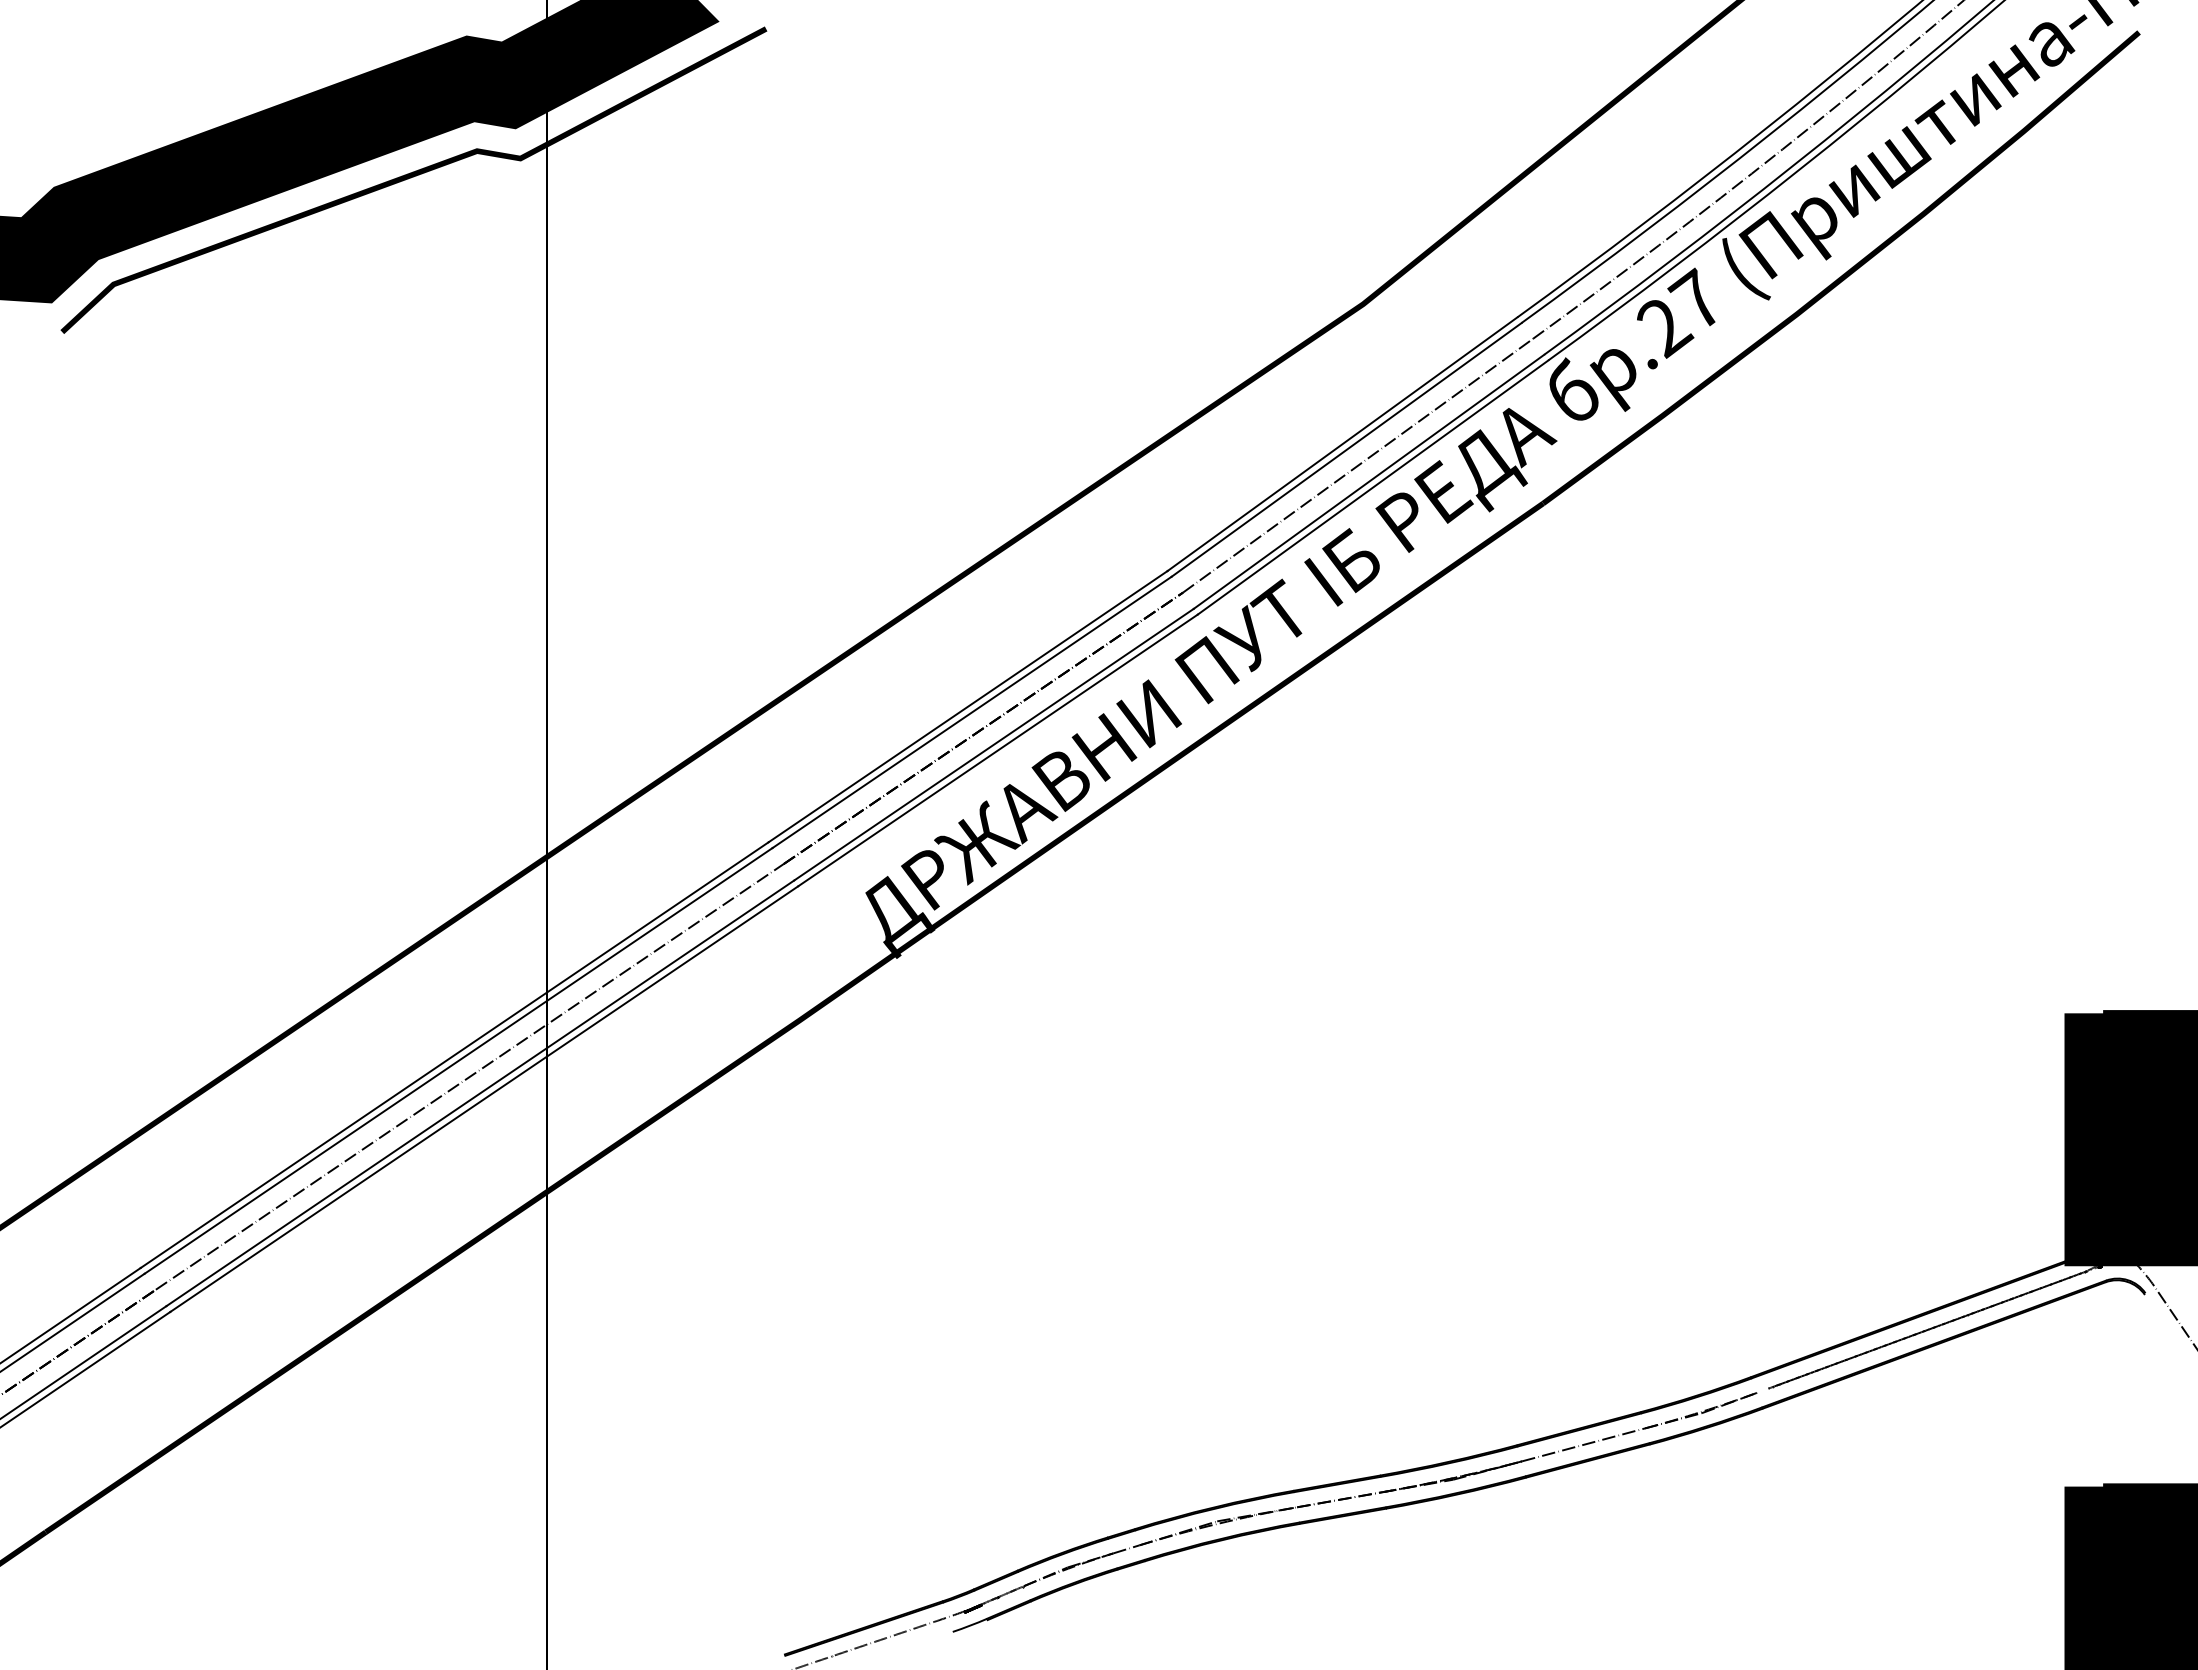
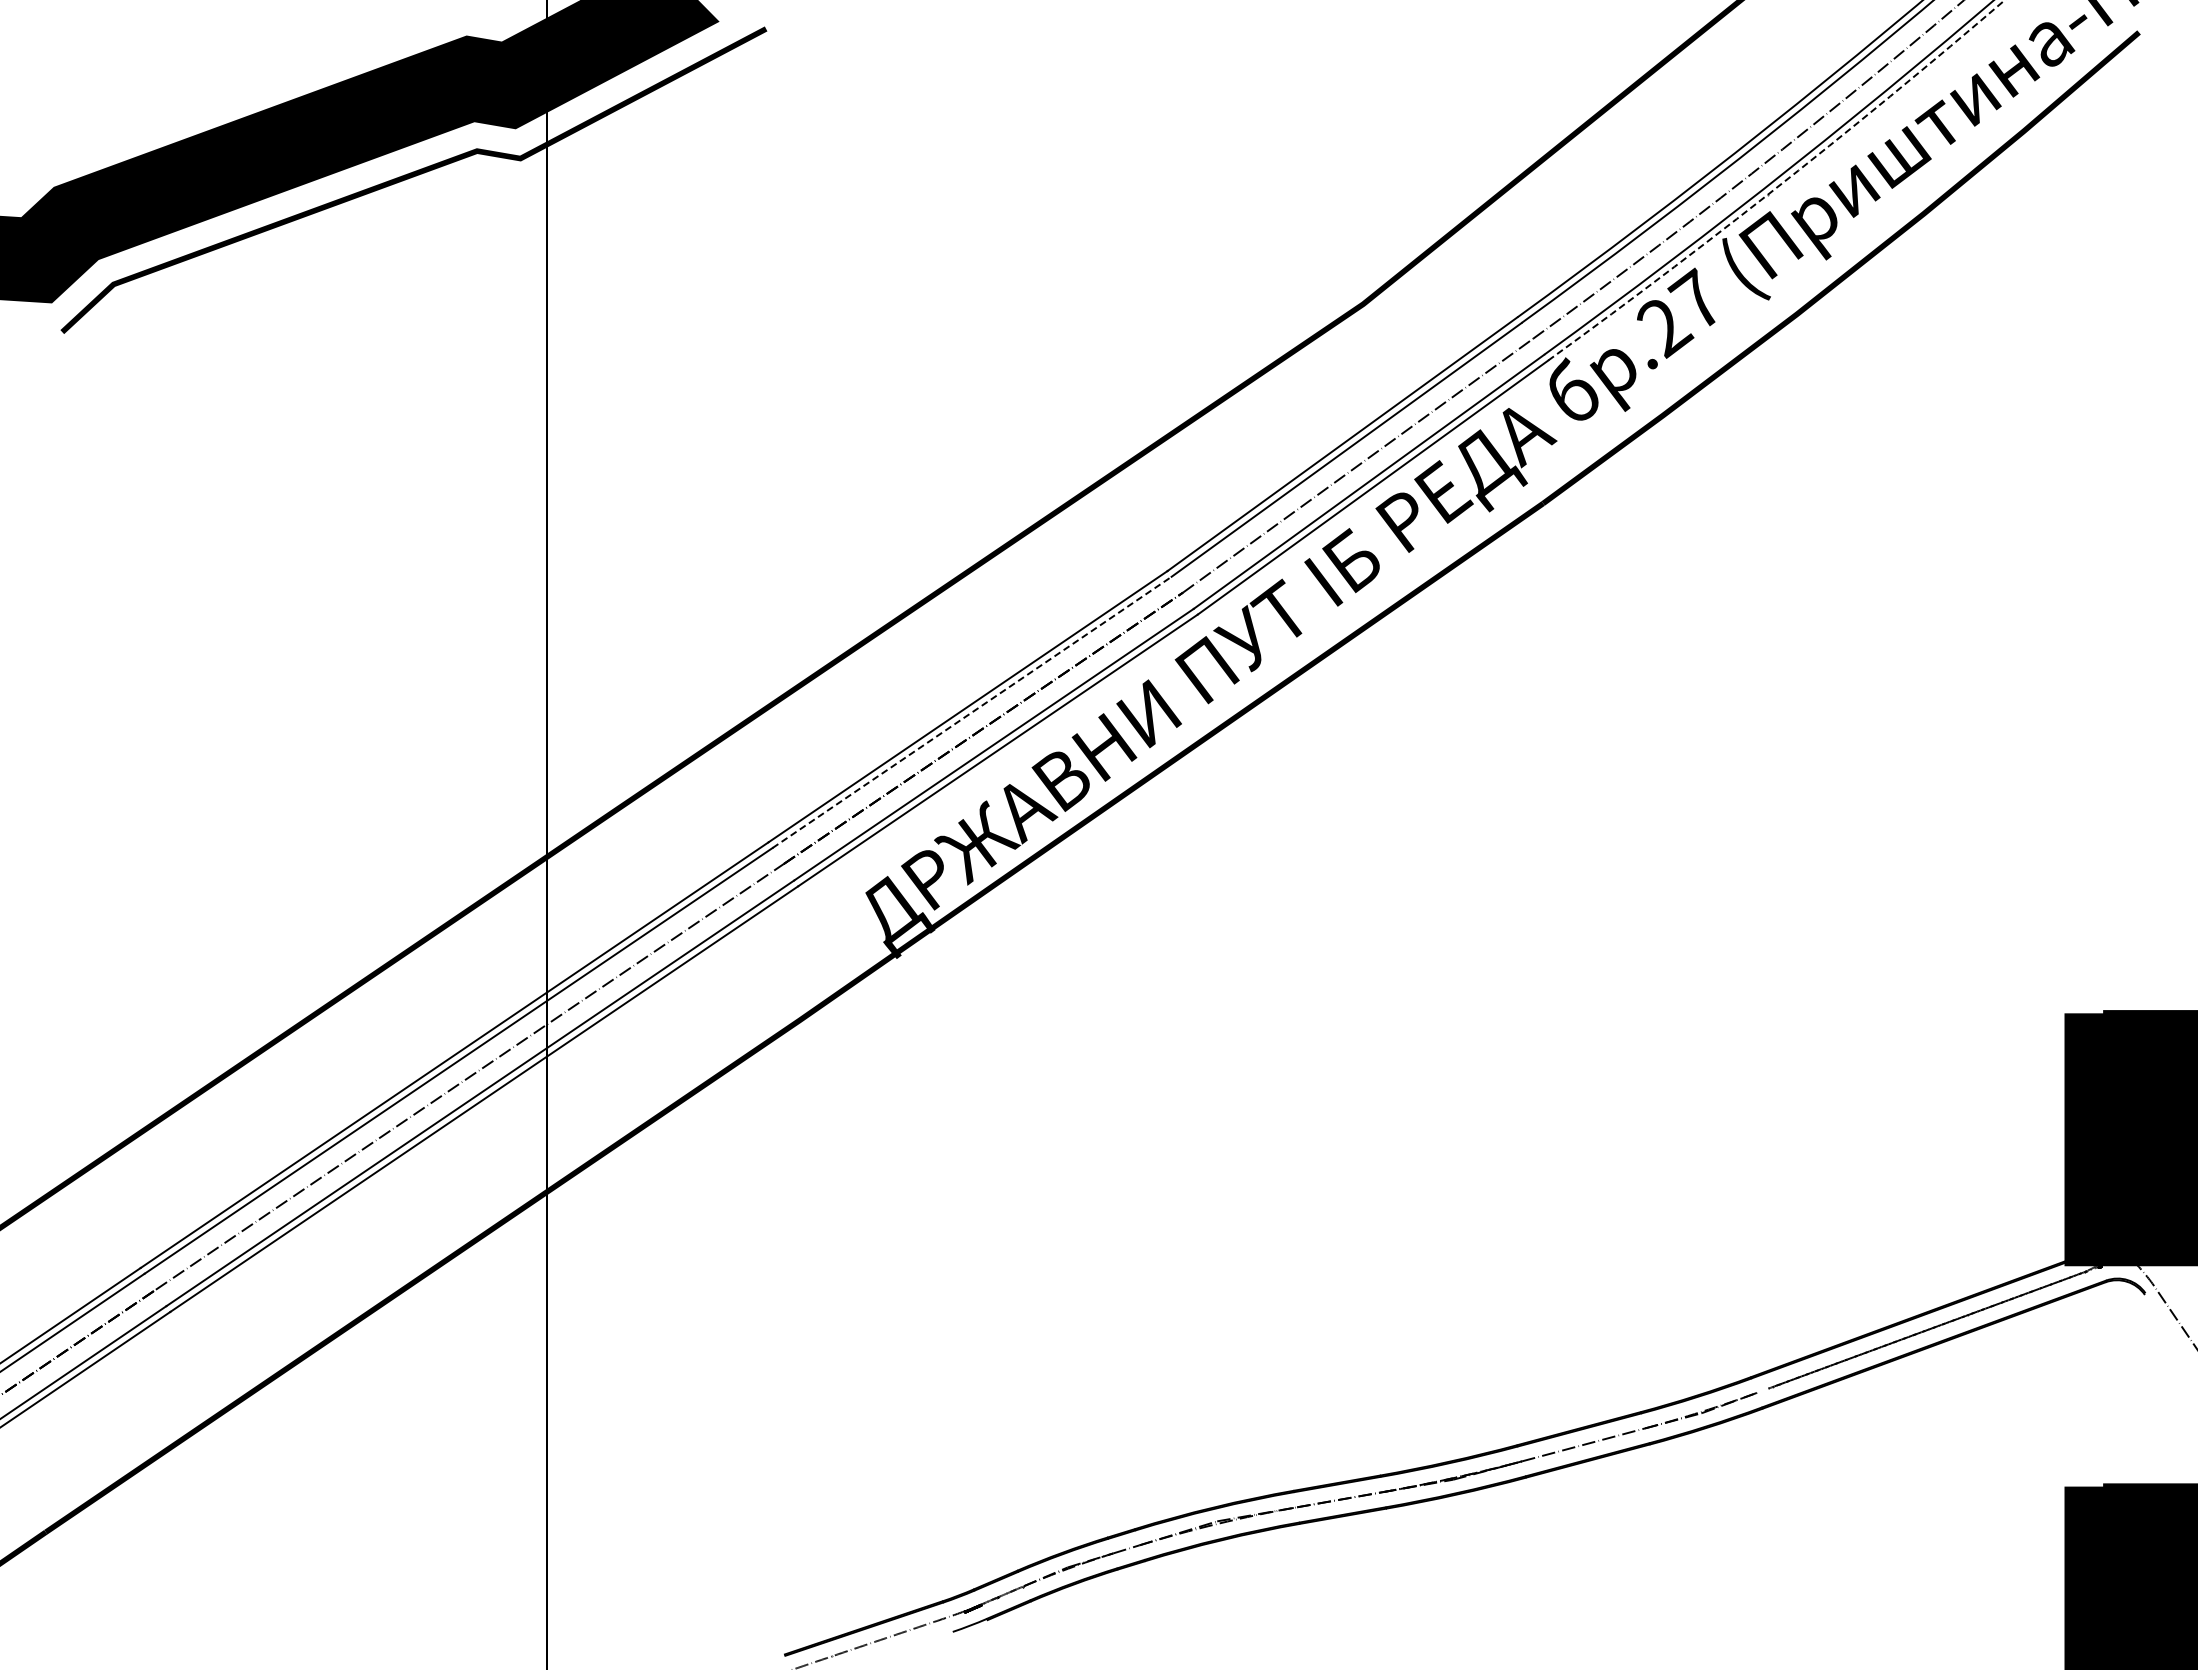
arc at (1780, 184): solid -> dashed
line at (972, 712): solid -> dashed
